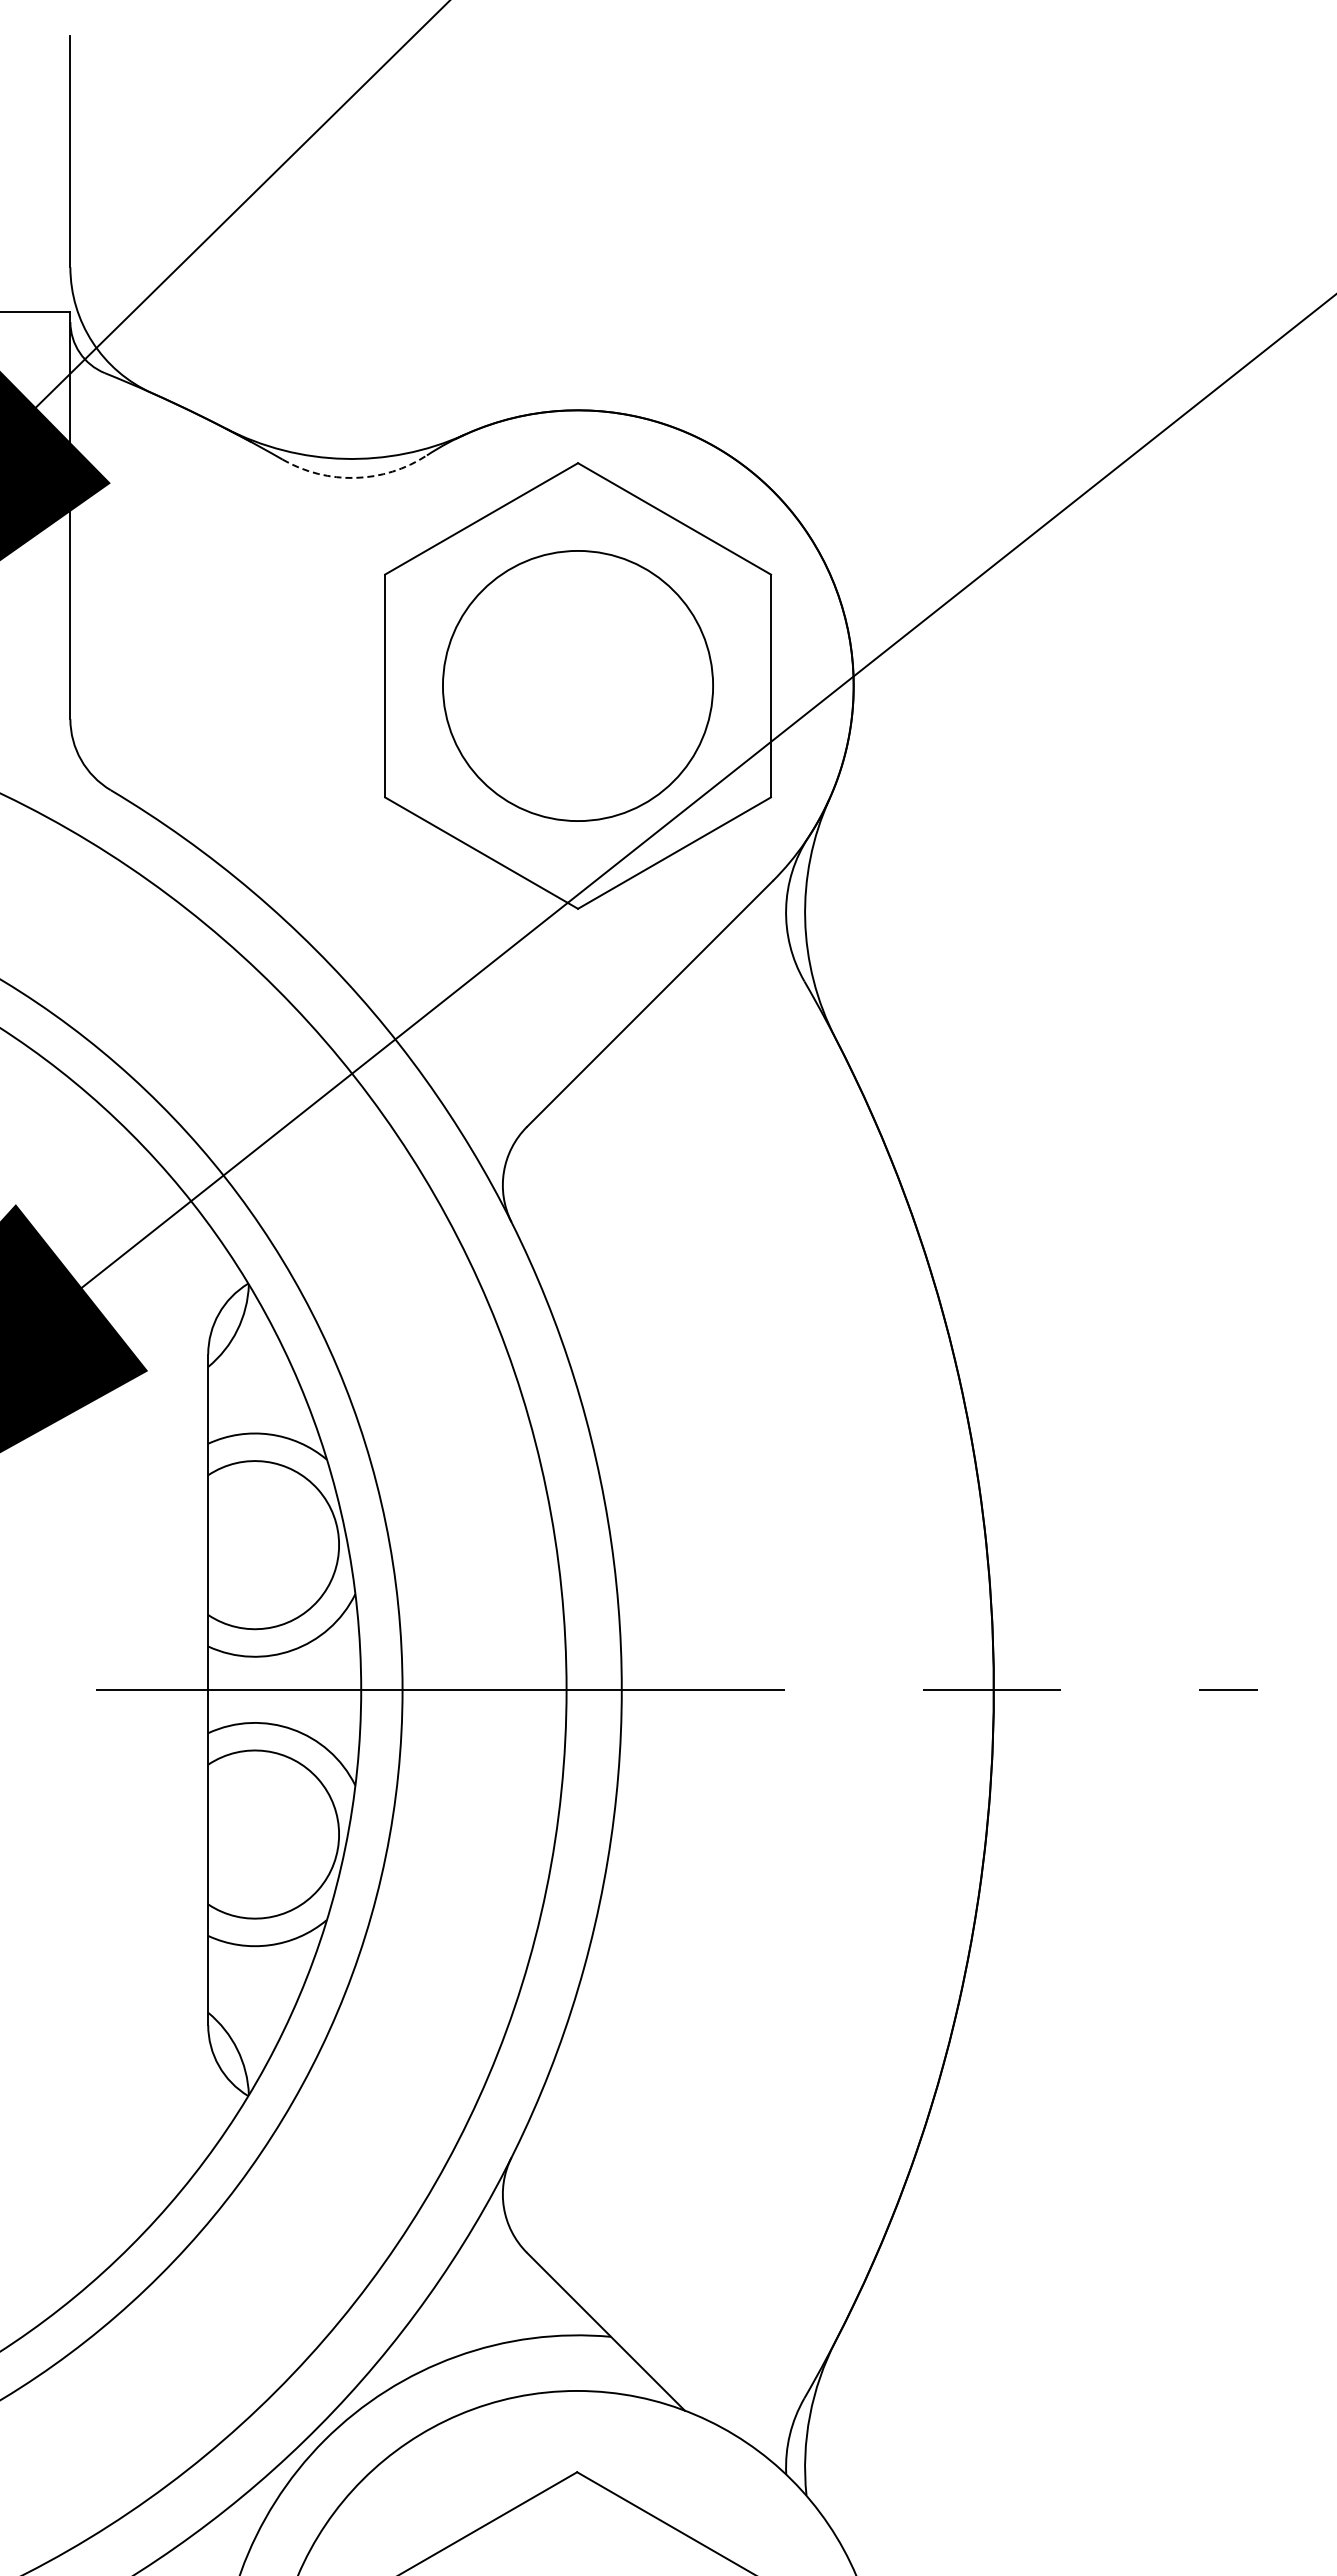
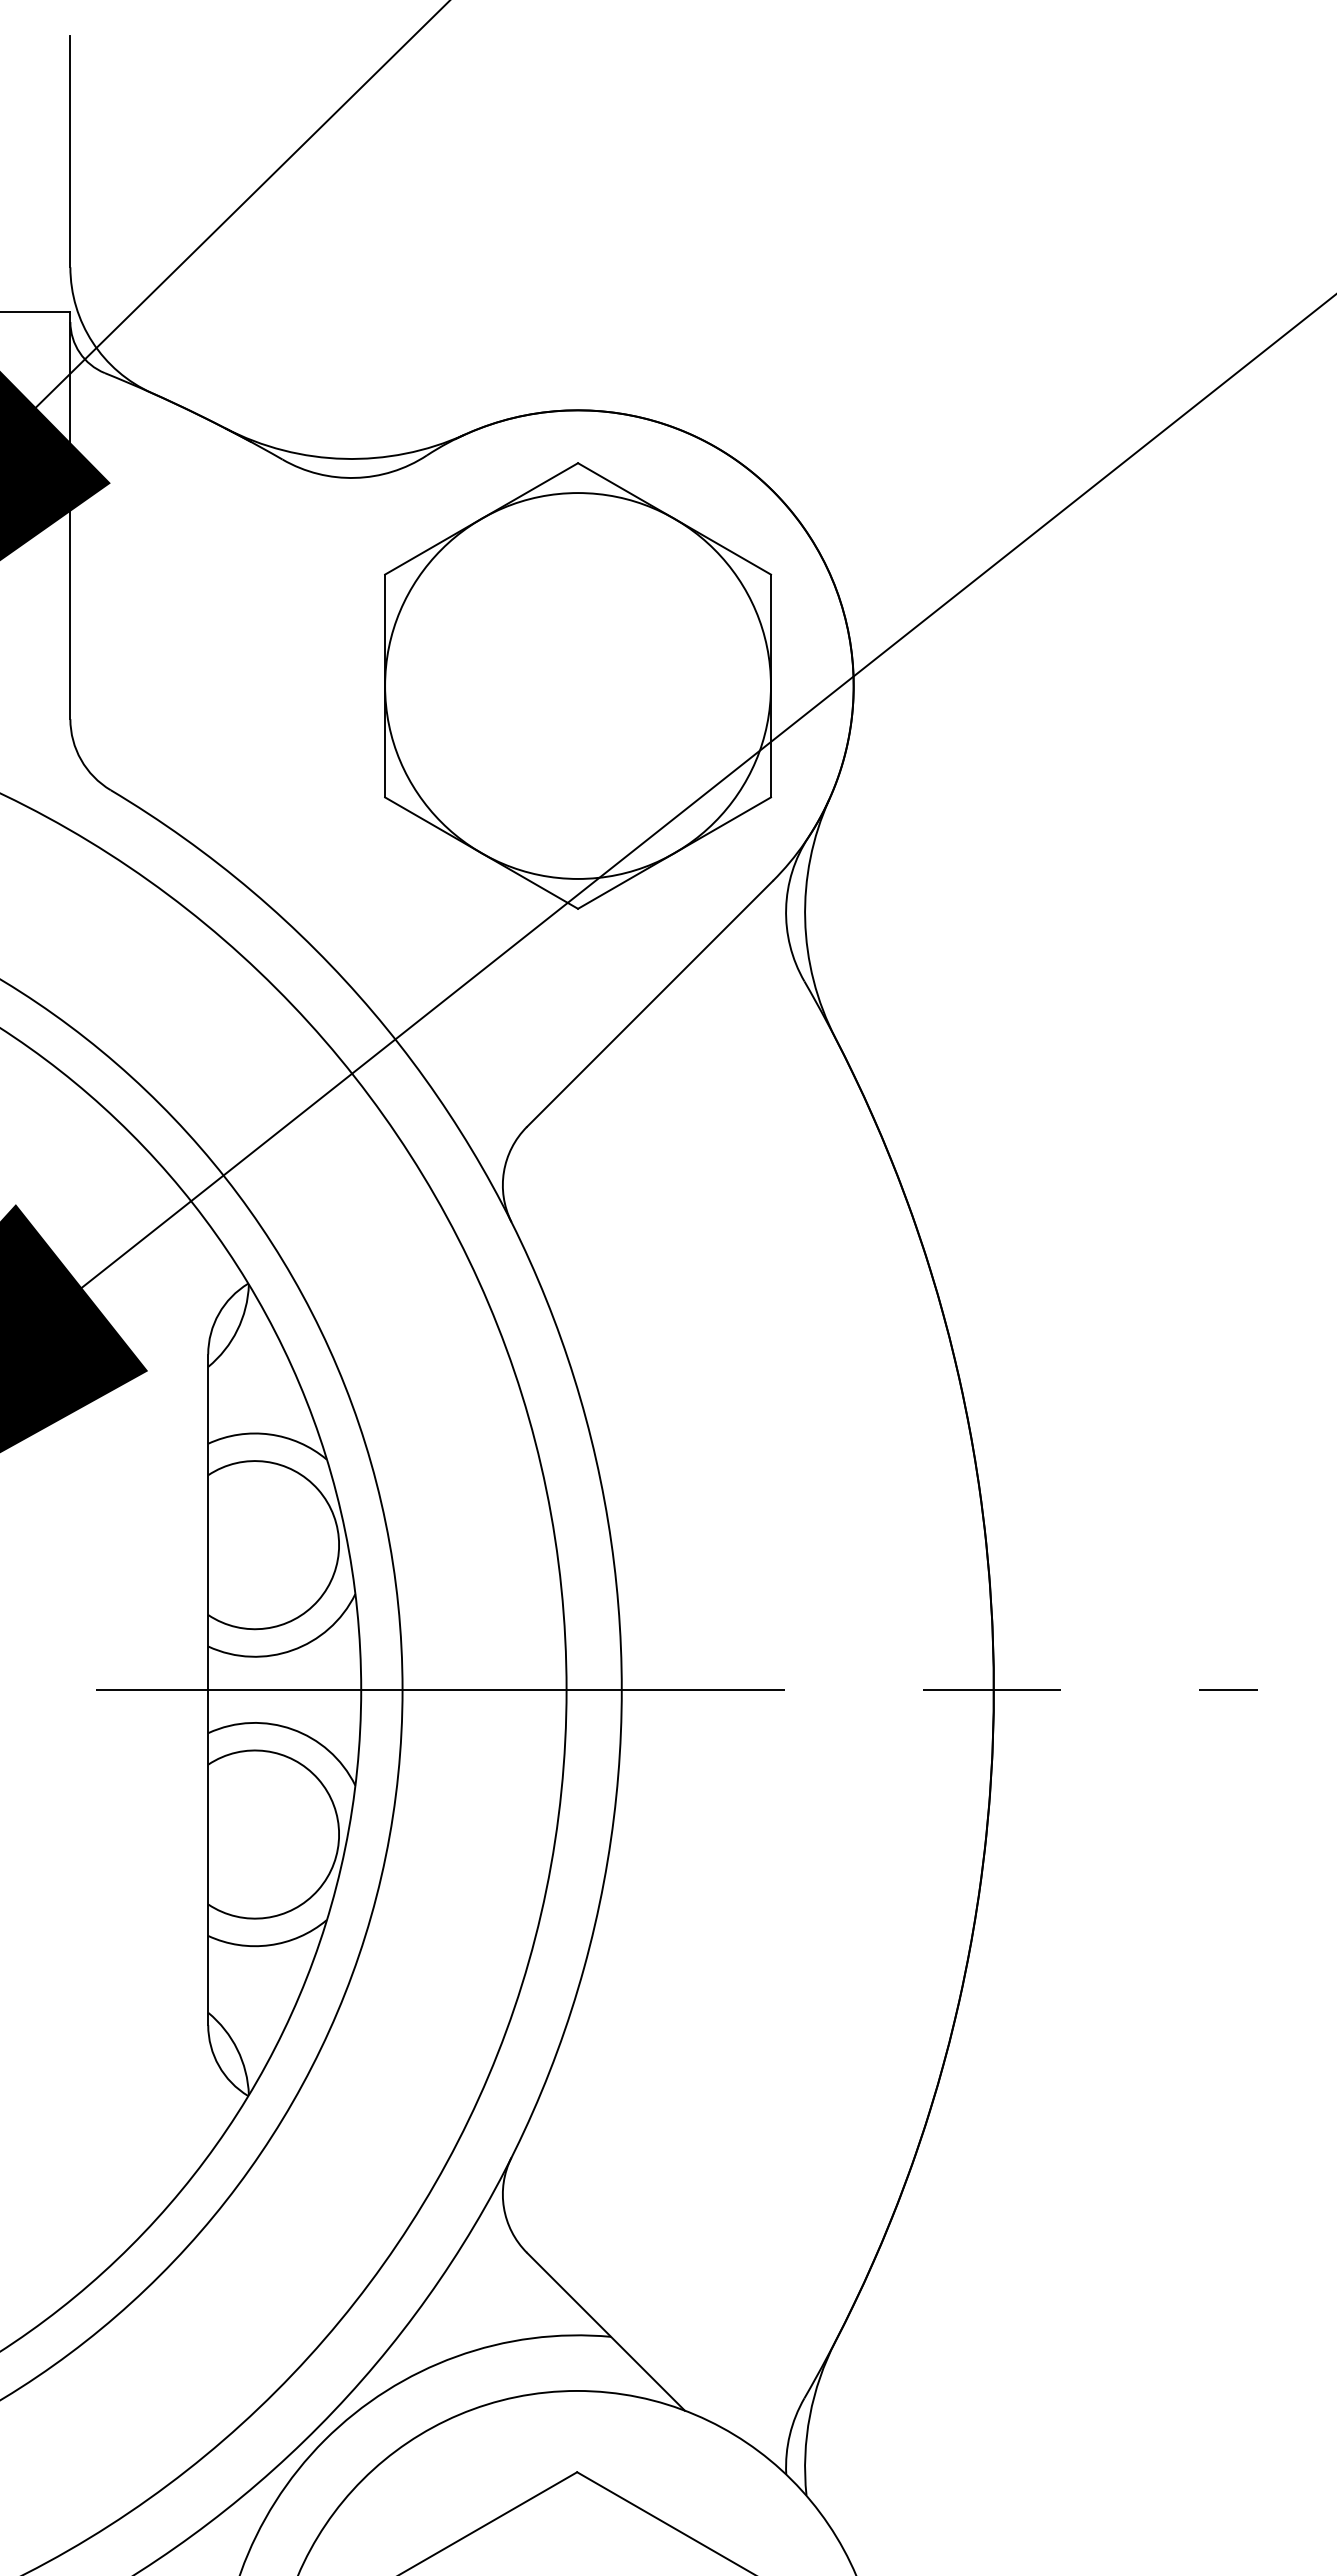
arc at (355, 477): dashed -> solid
circle at (577, 685) diameter: 270 px -> 386 px
